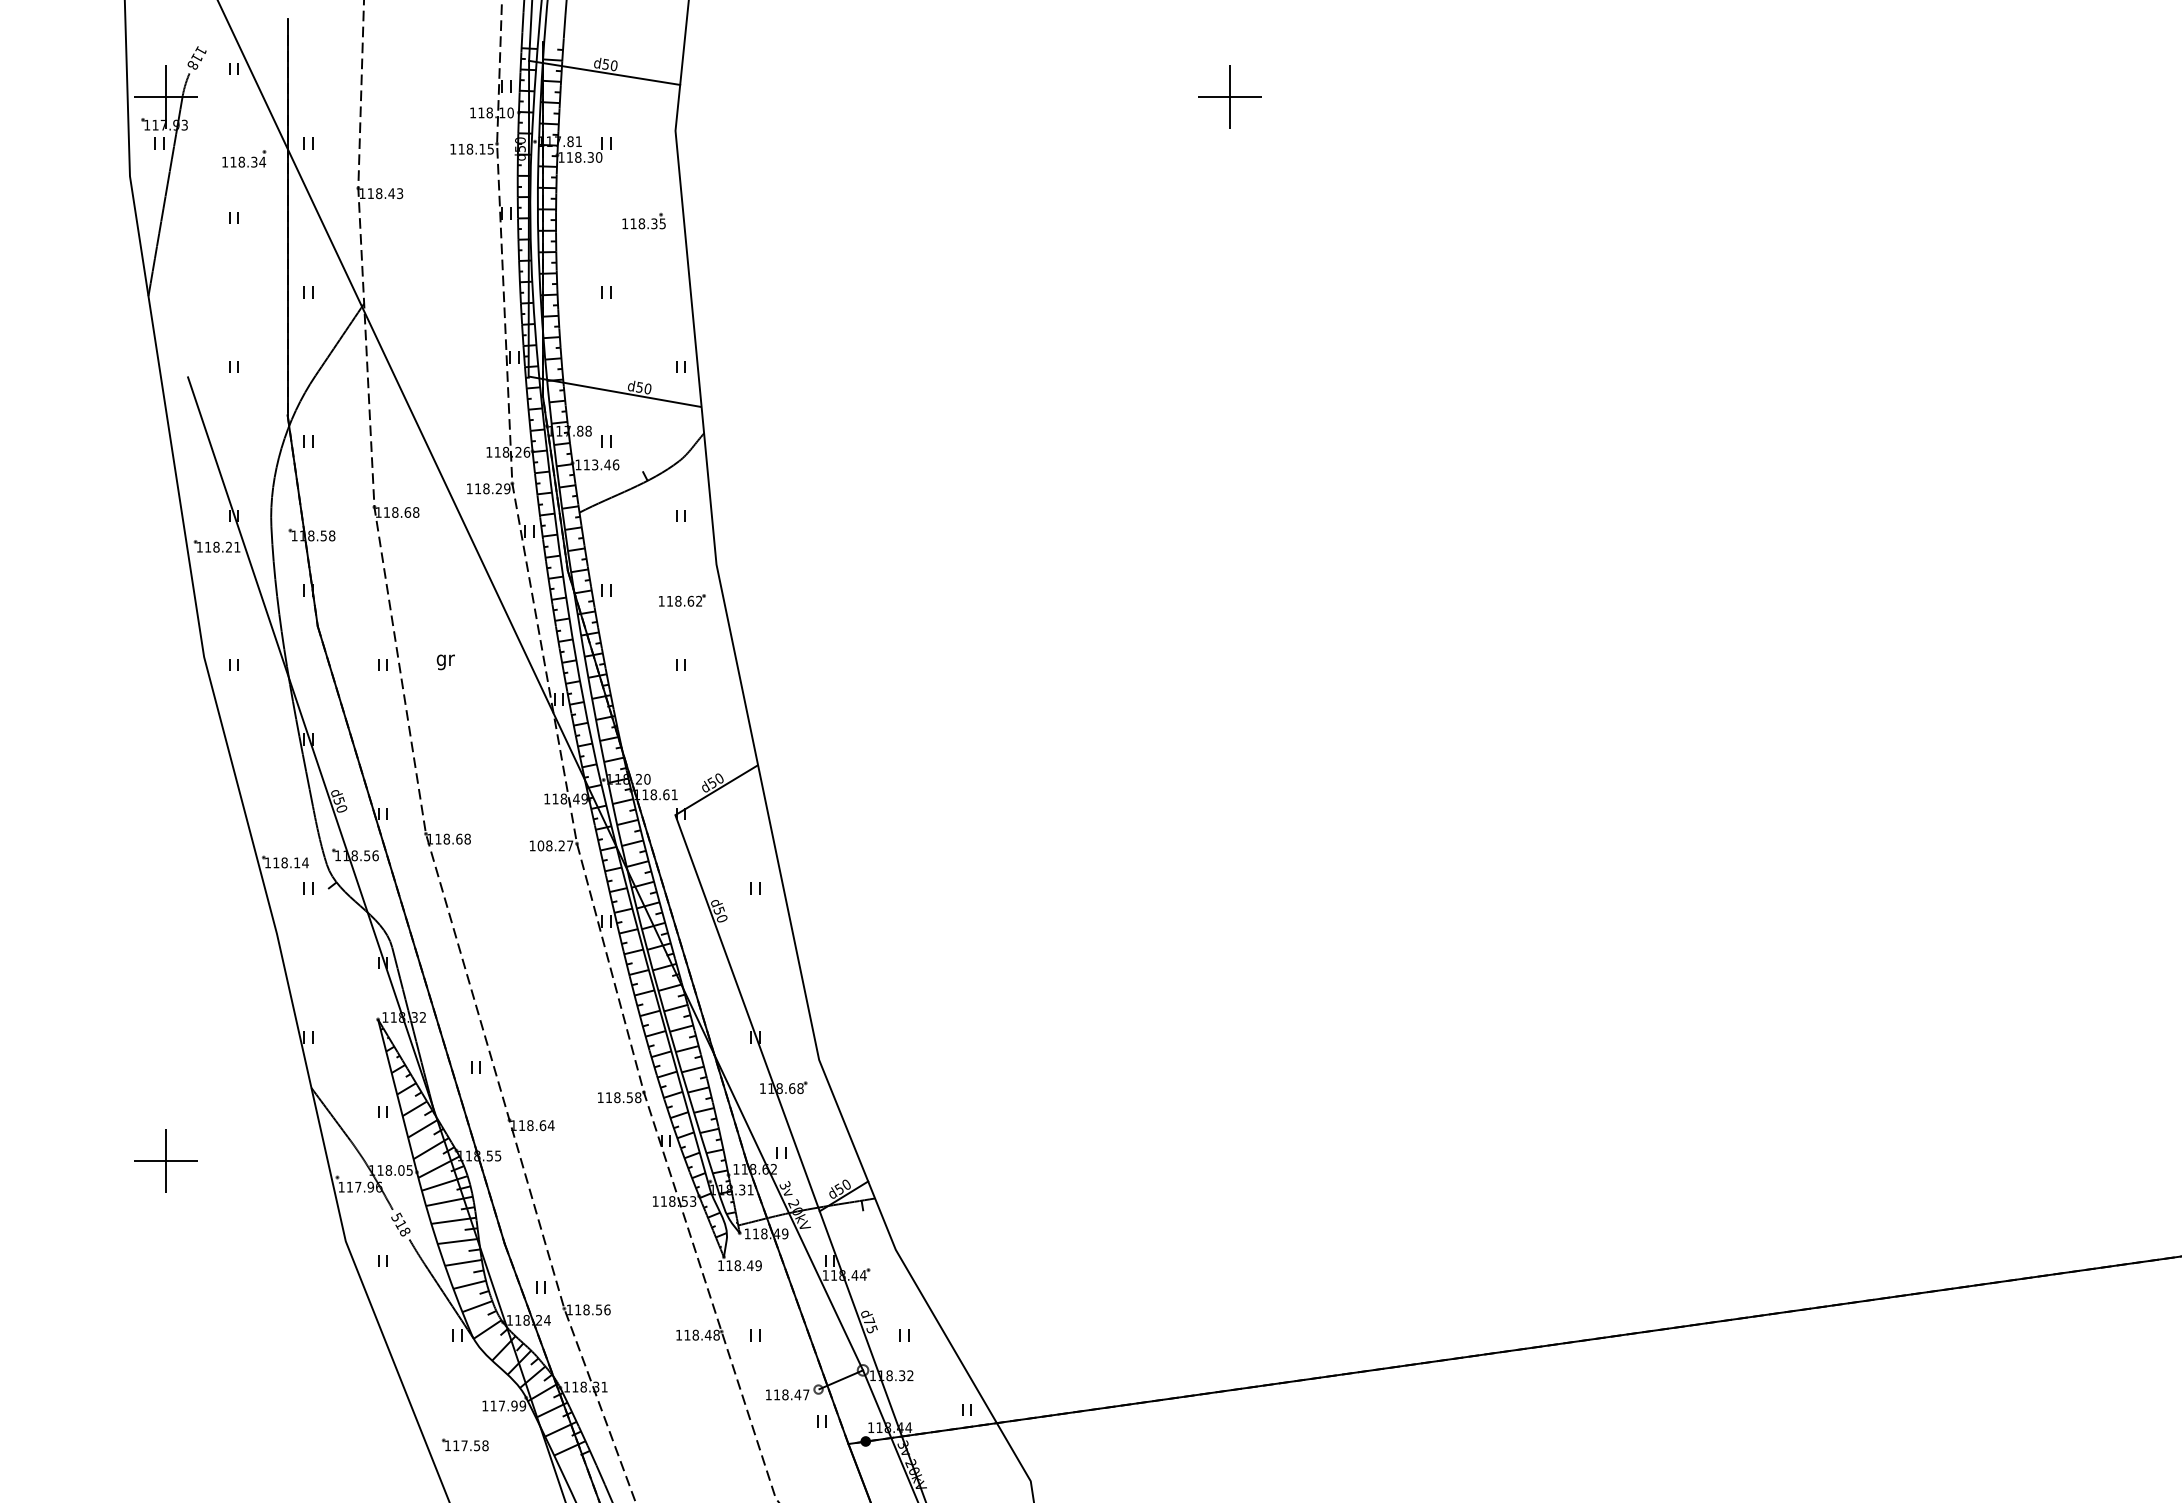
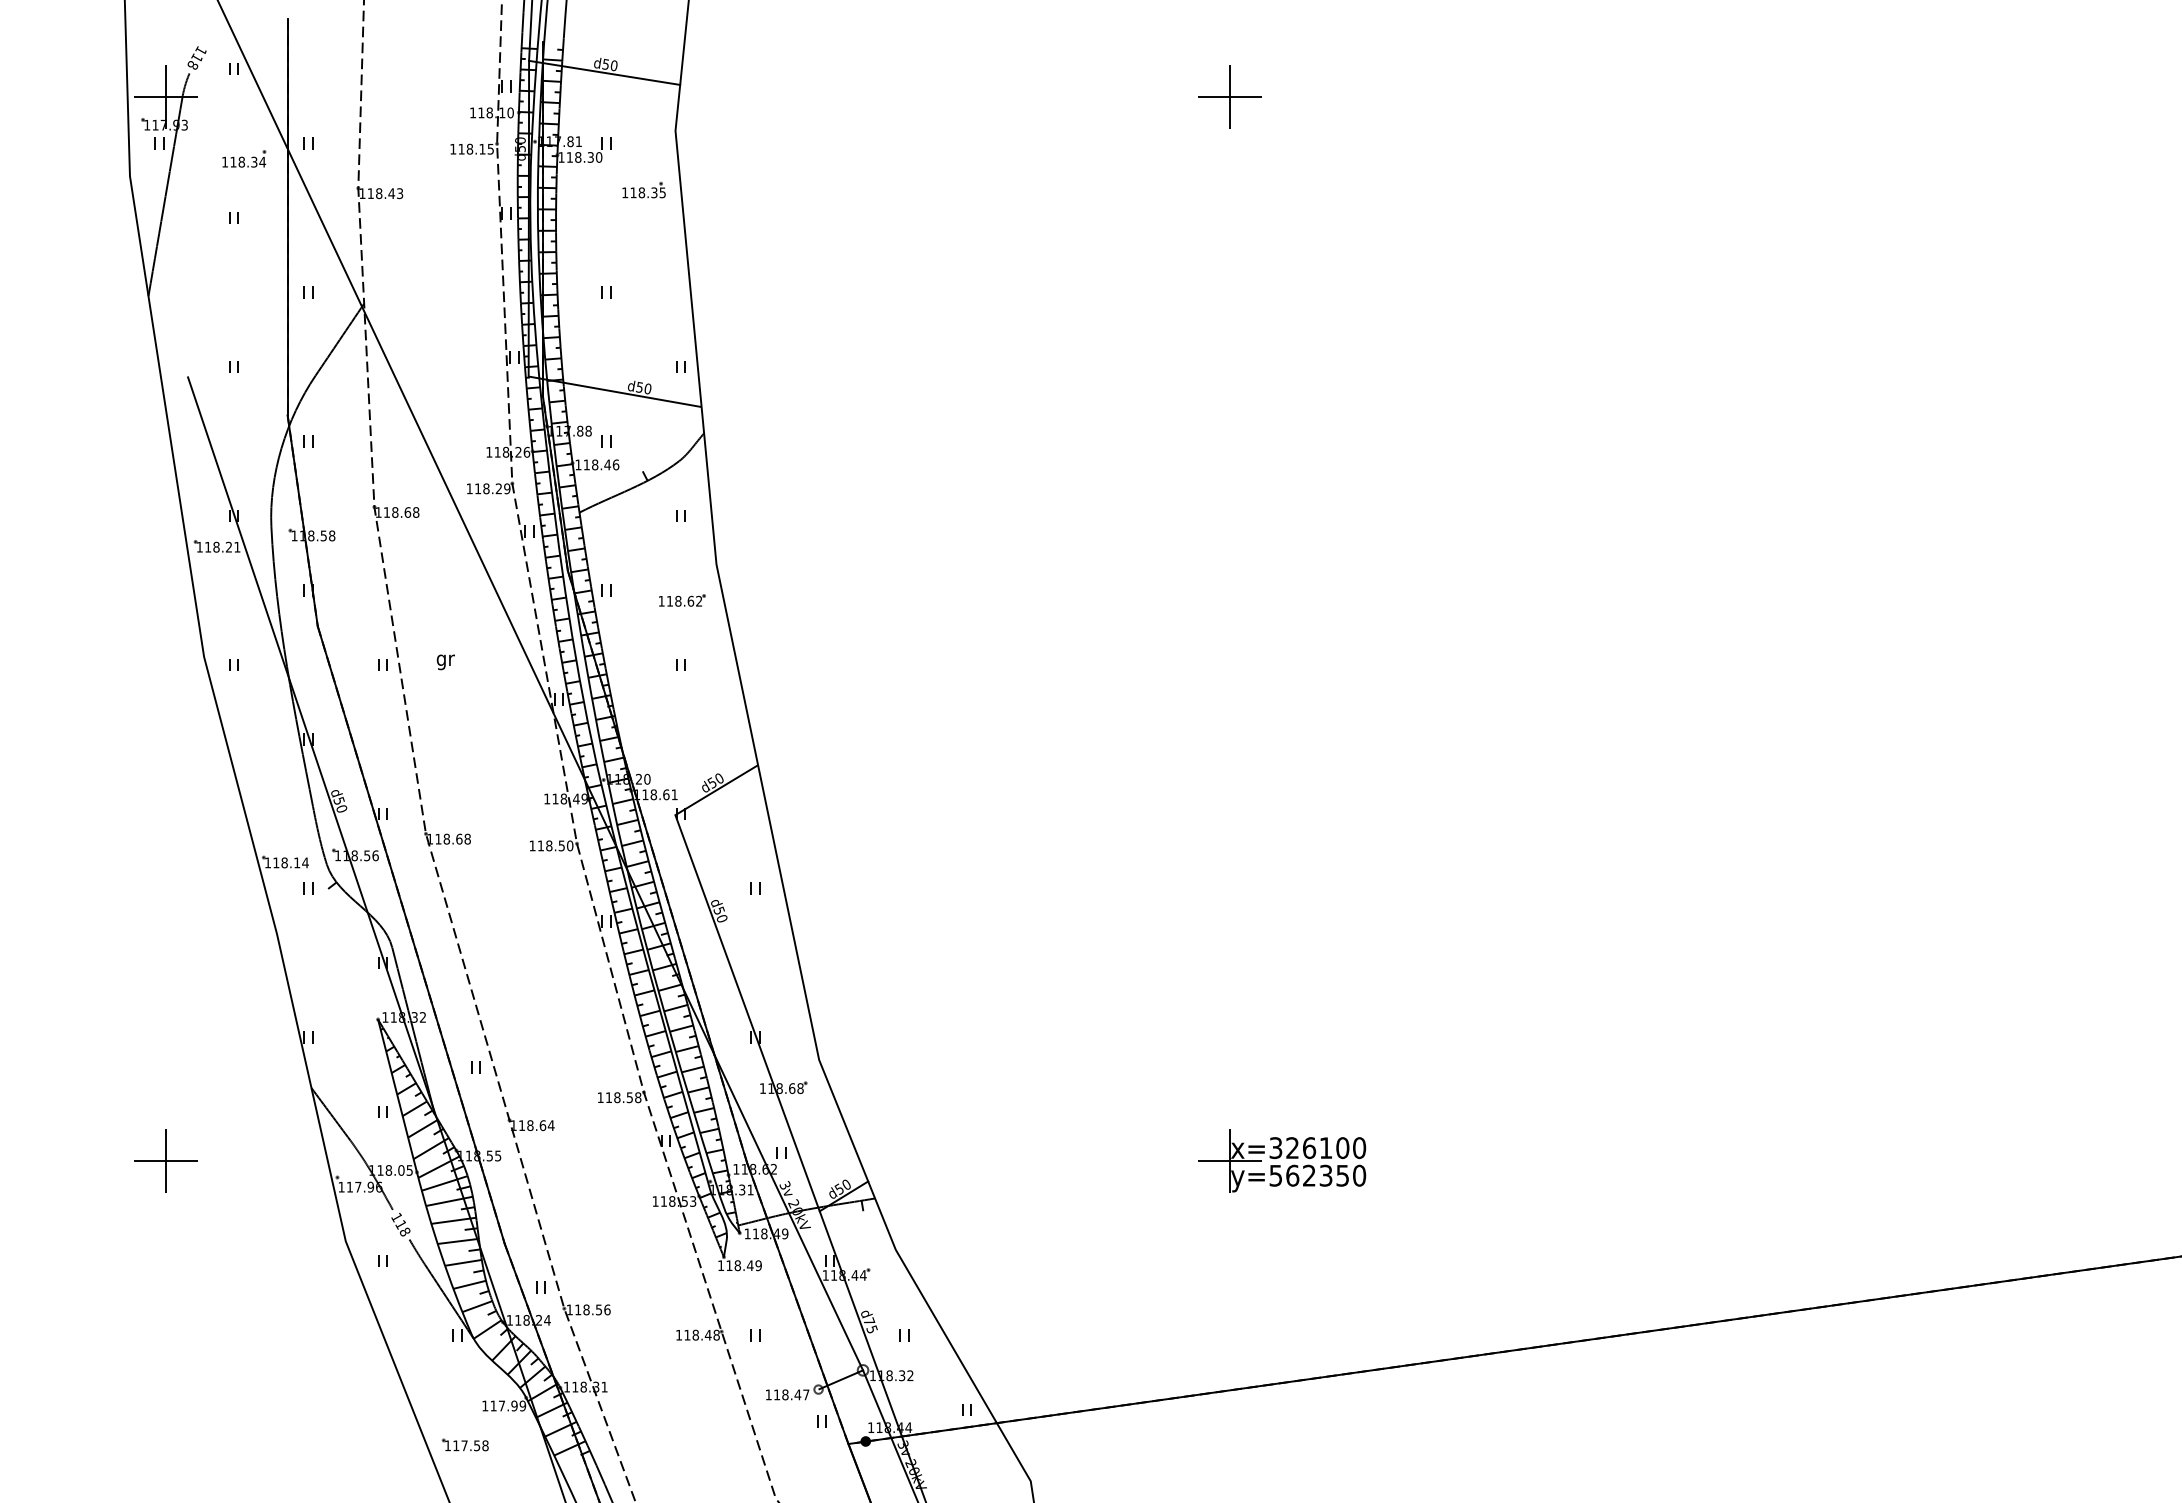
part at (643, 220) position: (643, 220) -> (643, 189)
text at (595, 464): 113.46 -> 118.46
text at (555, 845): 108.27 -> 118.50
part at (1282, 1160): none -> present
text at (396, 1217): 518 -> 118
